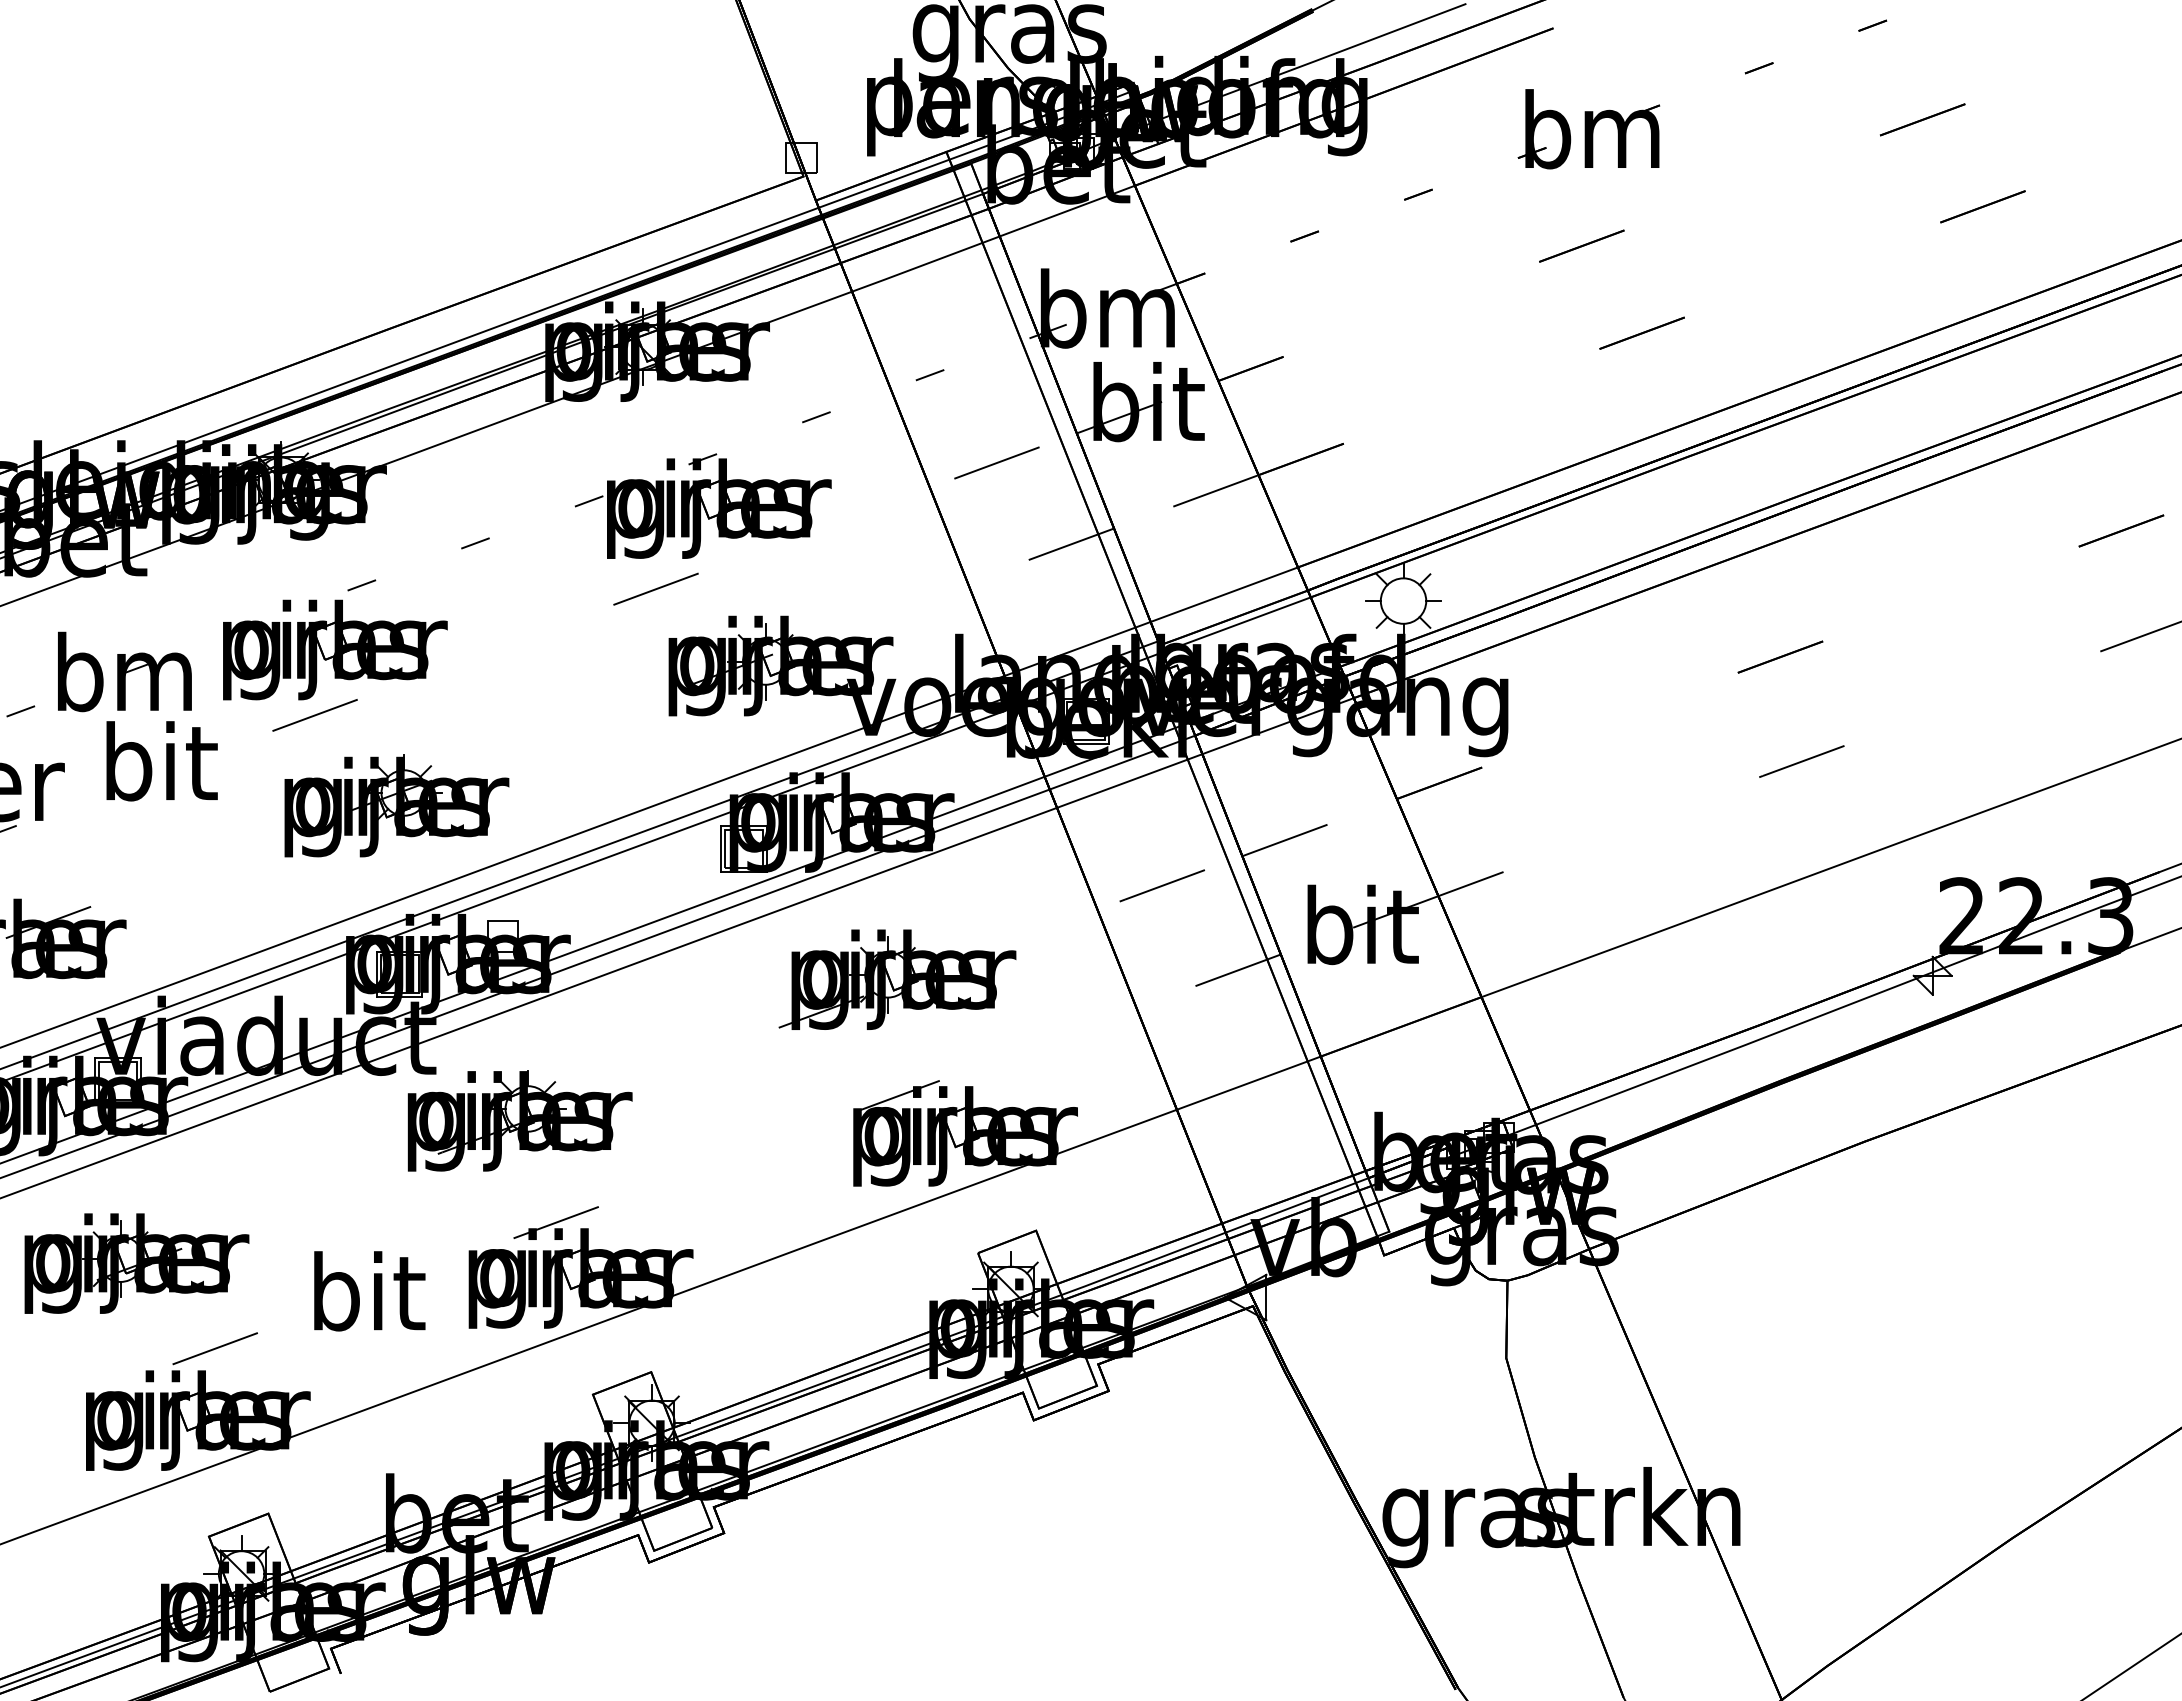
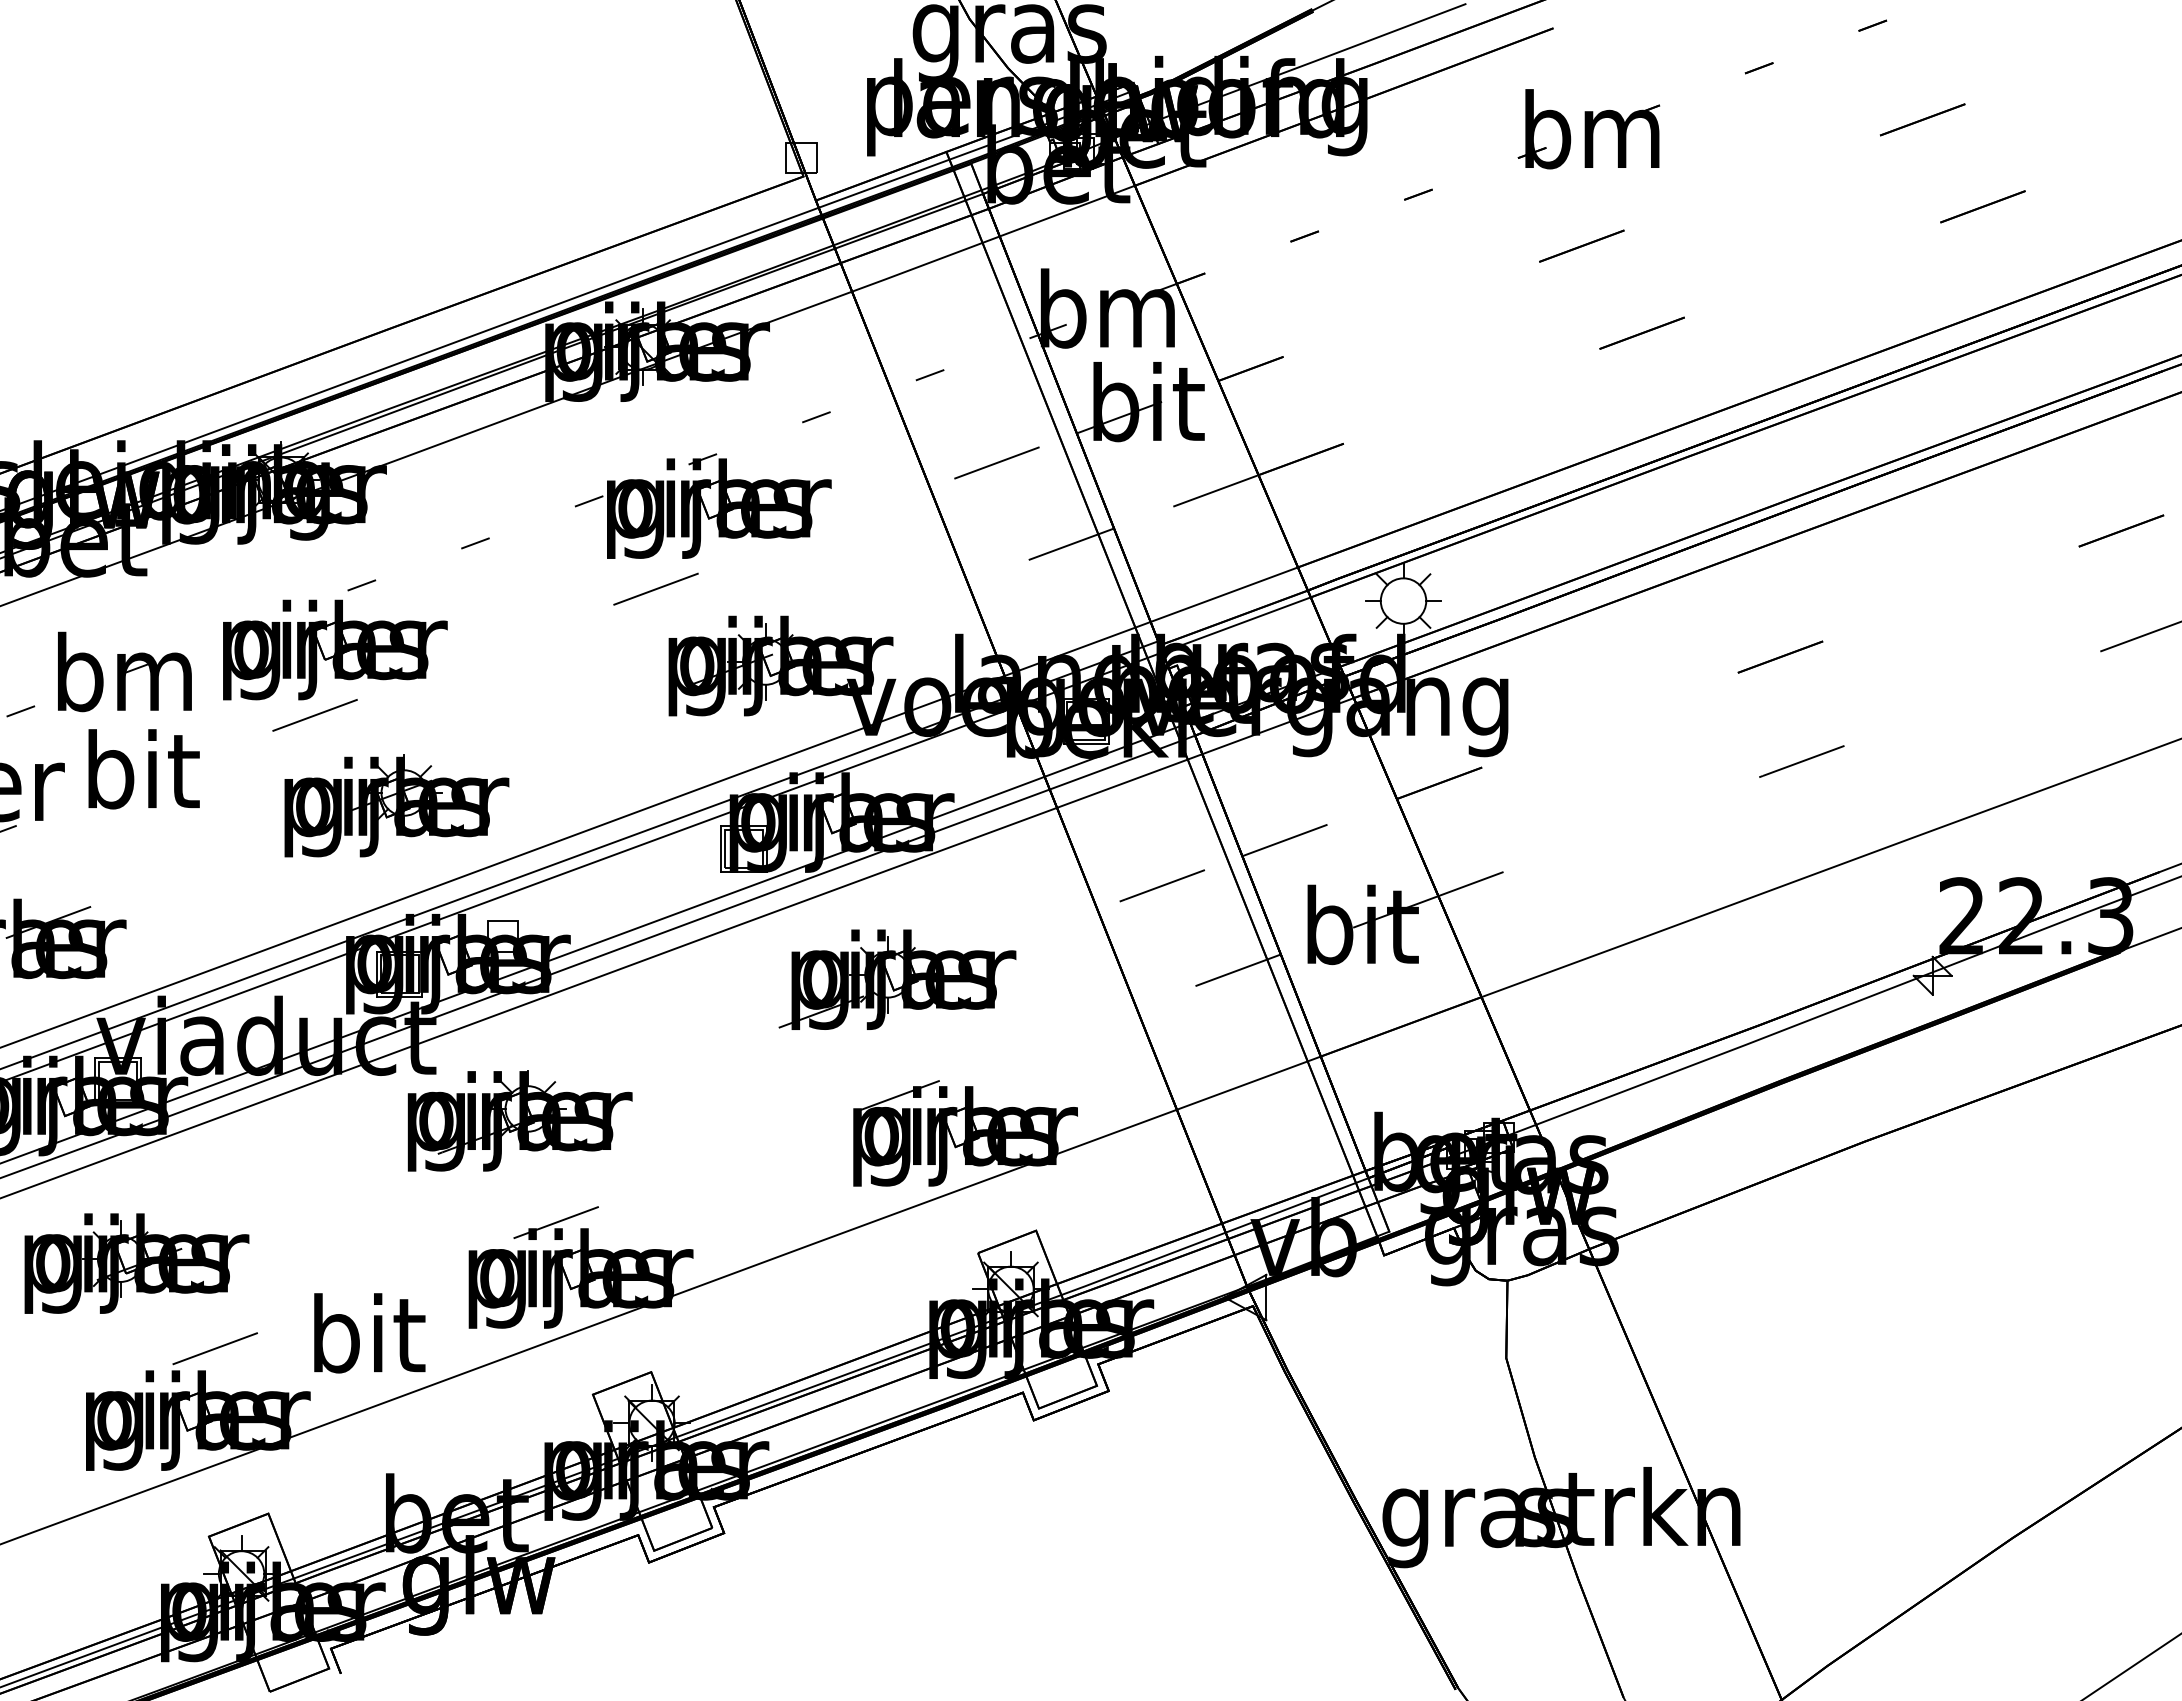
text at (161, 761) position: (161, 761) -> (143, 769)
text at (369, 1291) position: (369, 1291) -> (369, 1333)
